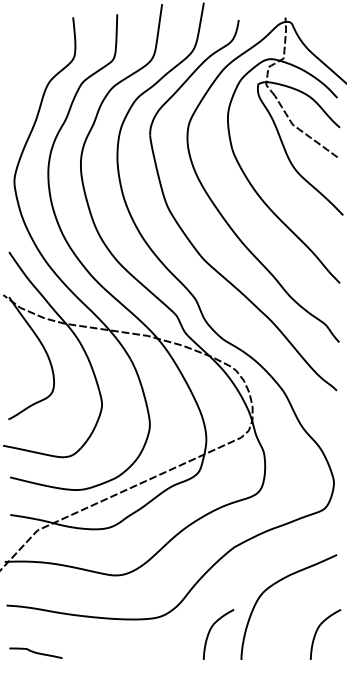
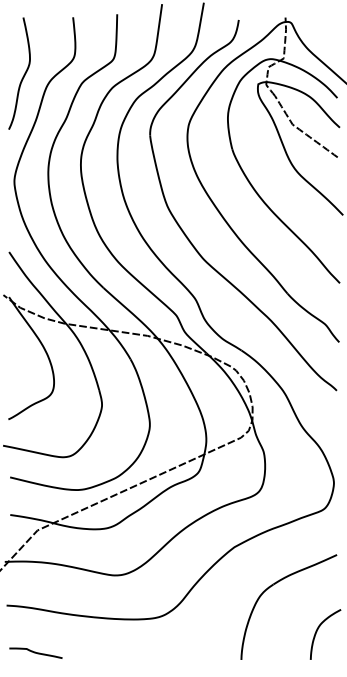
curve at (23, 74): none -> present
curve at (210, 631): present -> none
